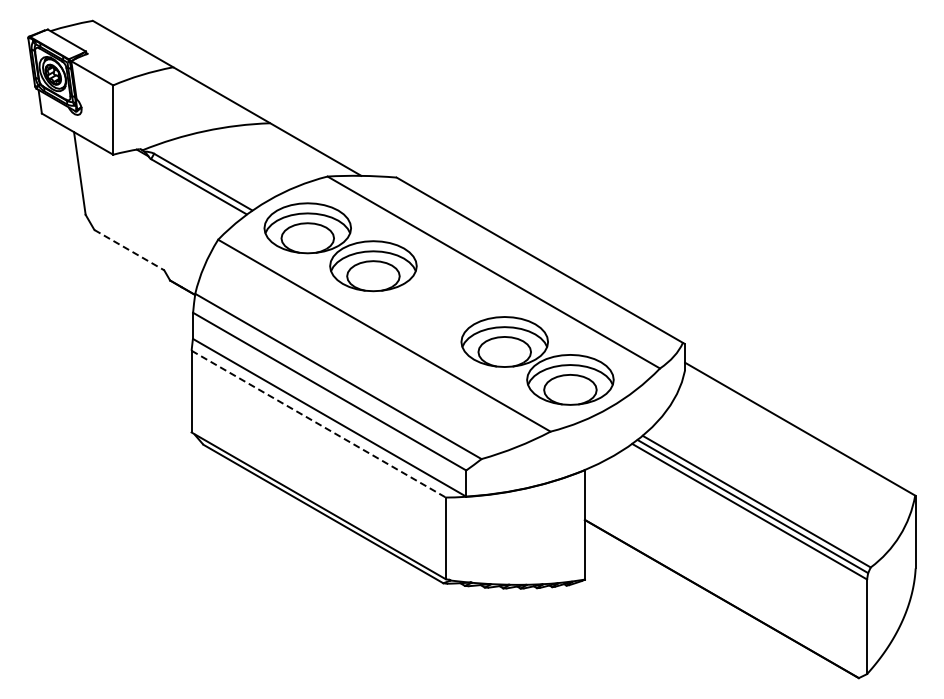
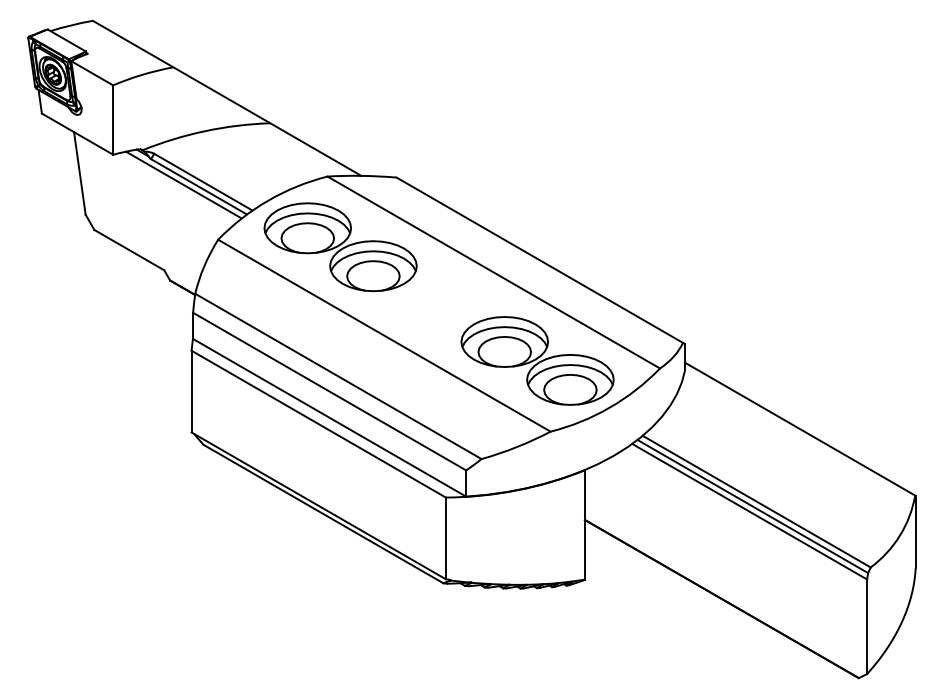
line at (183, 184): none -> present
line at (129, 250): dashed -> solid
line at (318, 424): dashed -> solid
